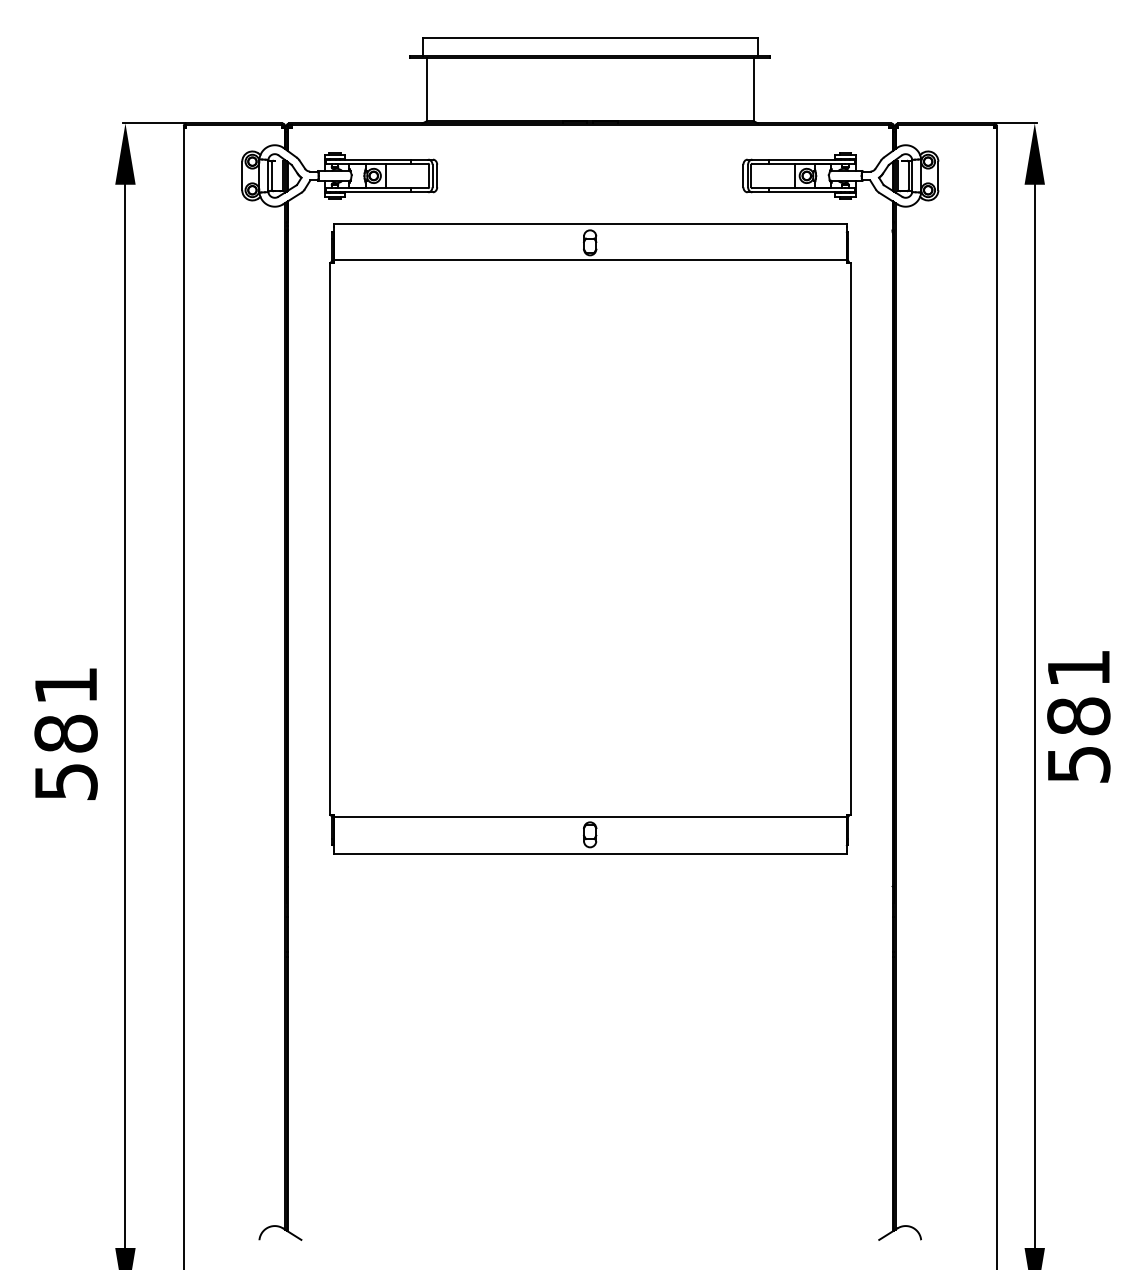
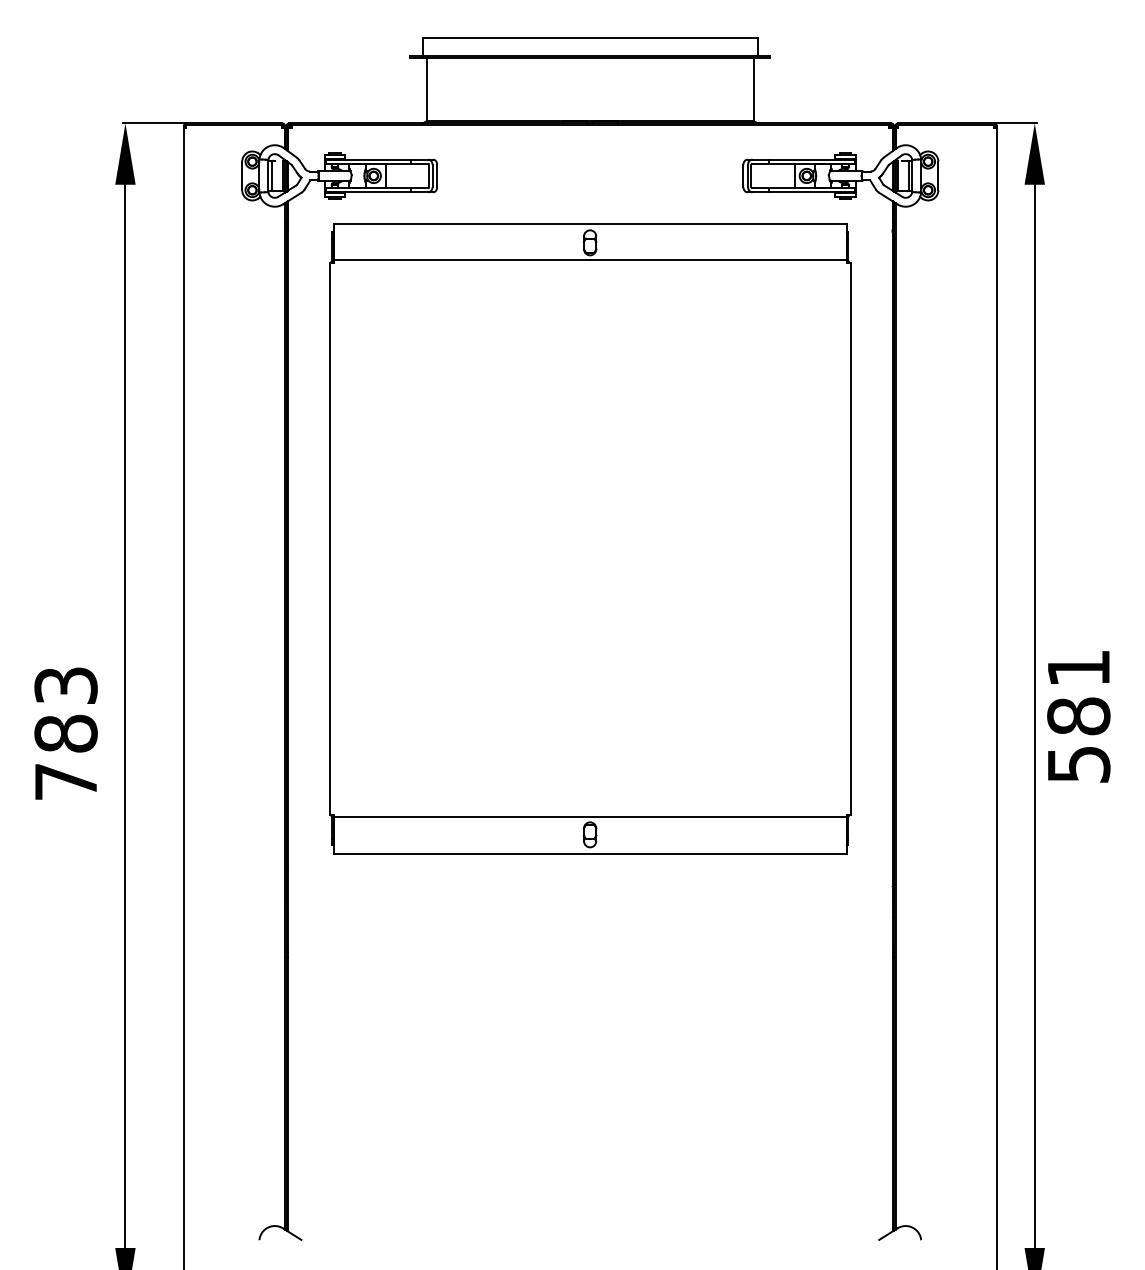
text at (65, 733): 581 -> 783
